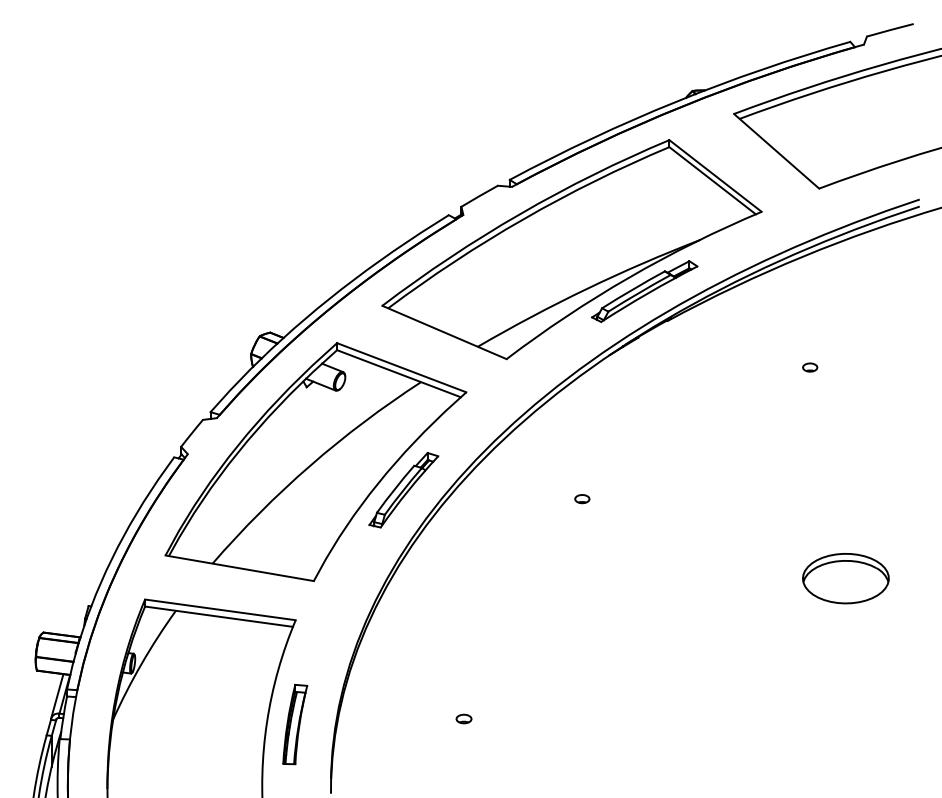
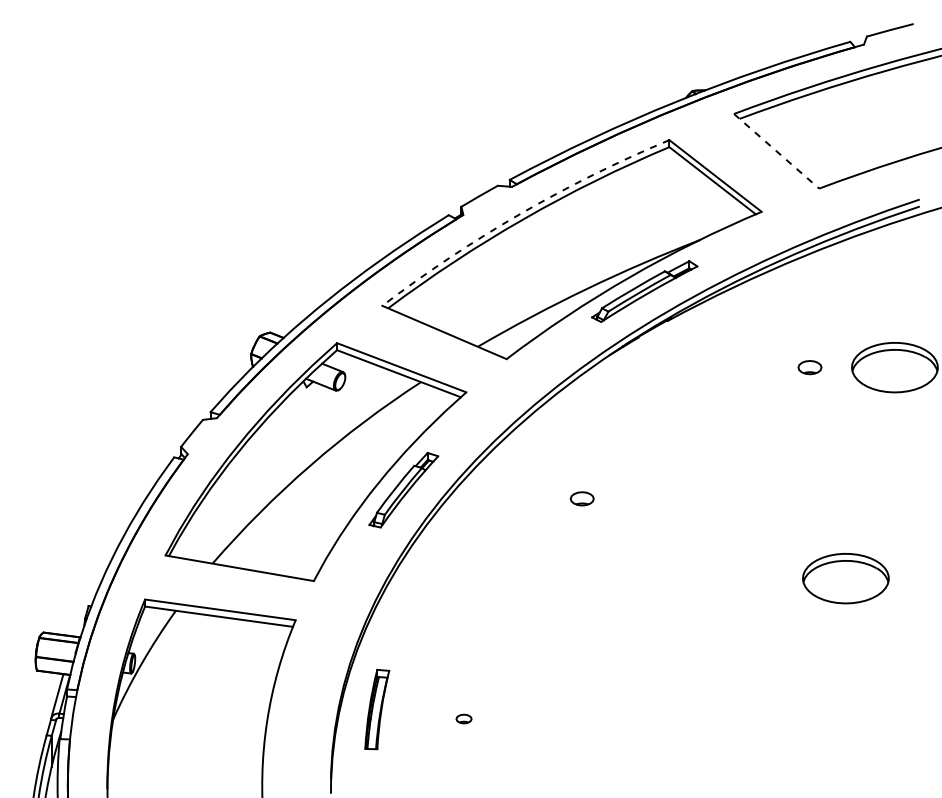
line at (776, 151): solid -> dashed
arc at (520, 213): solid -> dashed
part at (810, 367) size: 17x11 px -> 26x16 px
part at (894, 367): none -> present
part at (582, 499) size: 17x11 px -> 26x16 px
part at (295, 724) position: (295, 724) -> (377, 709)
